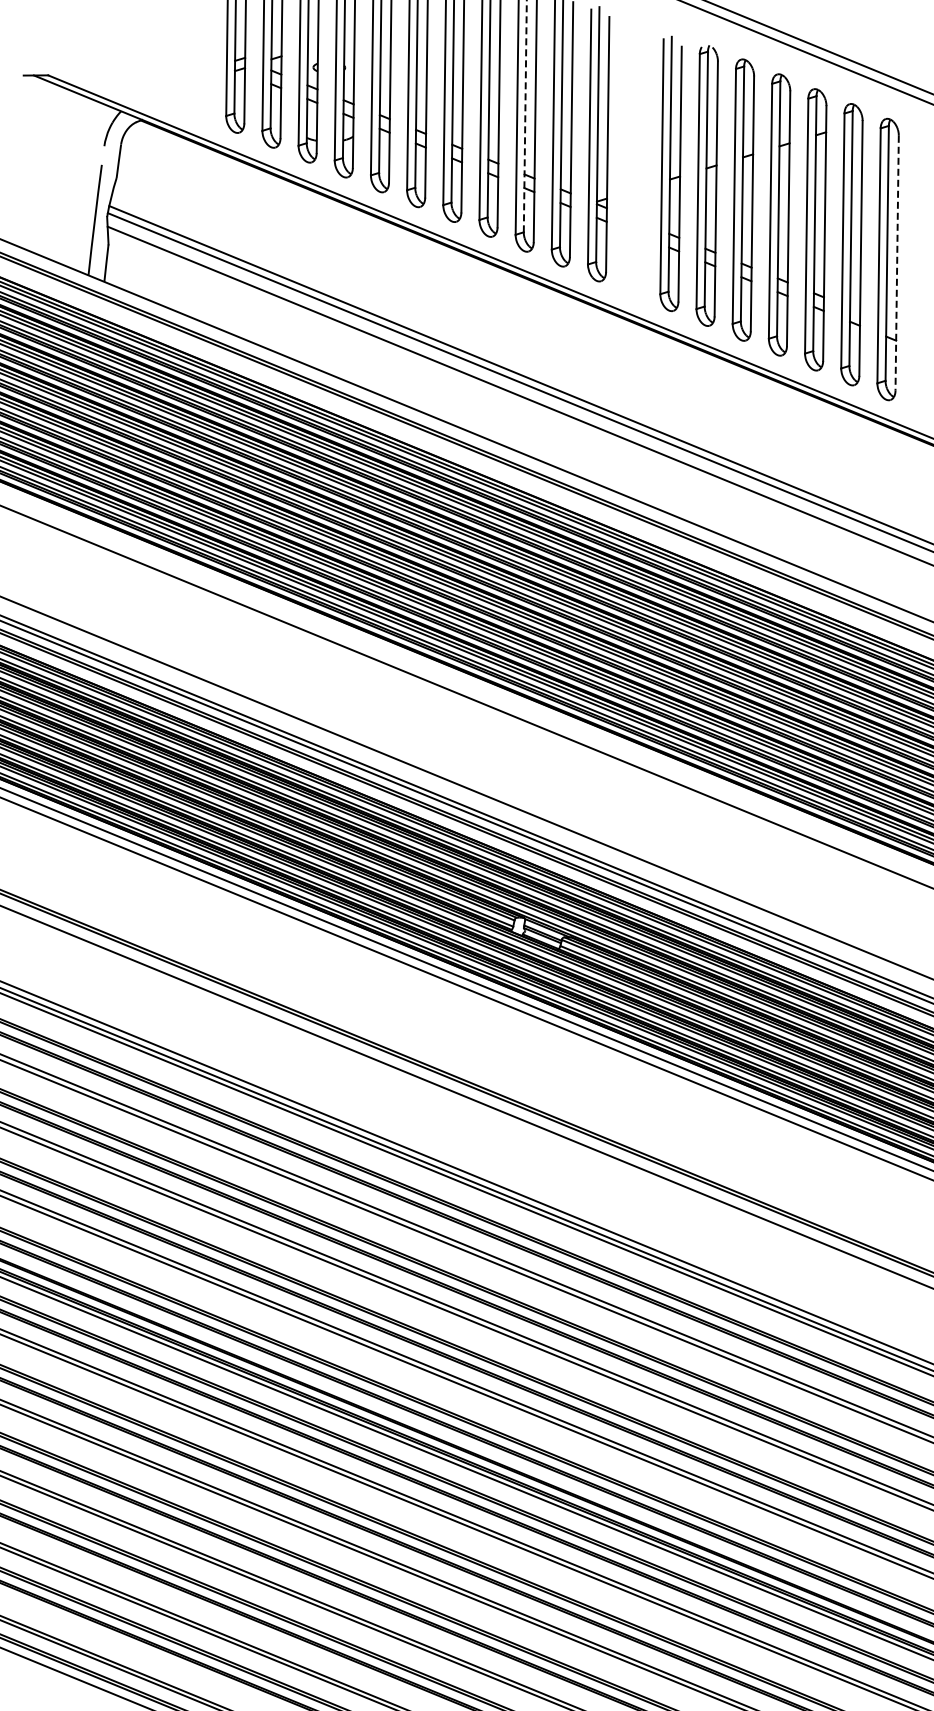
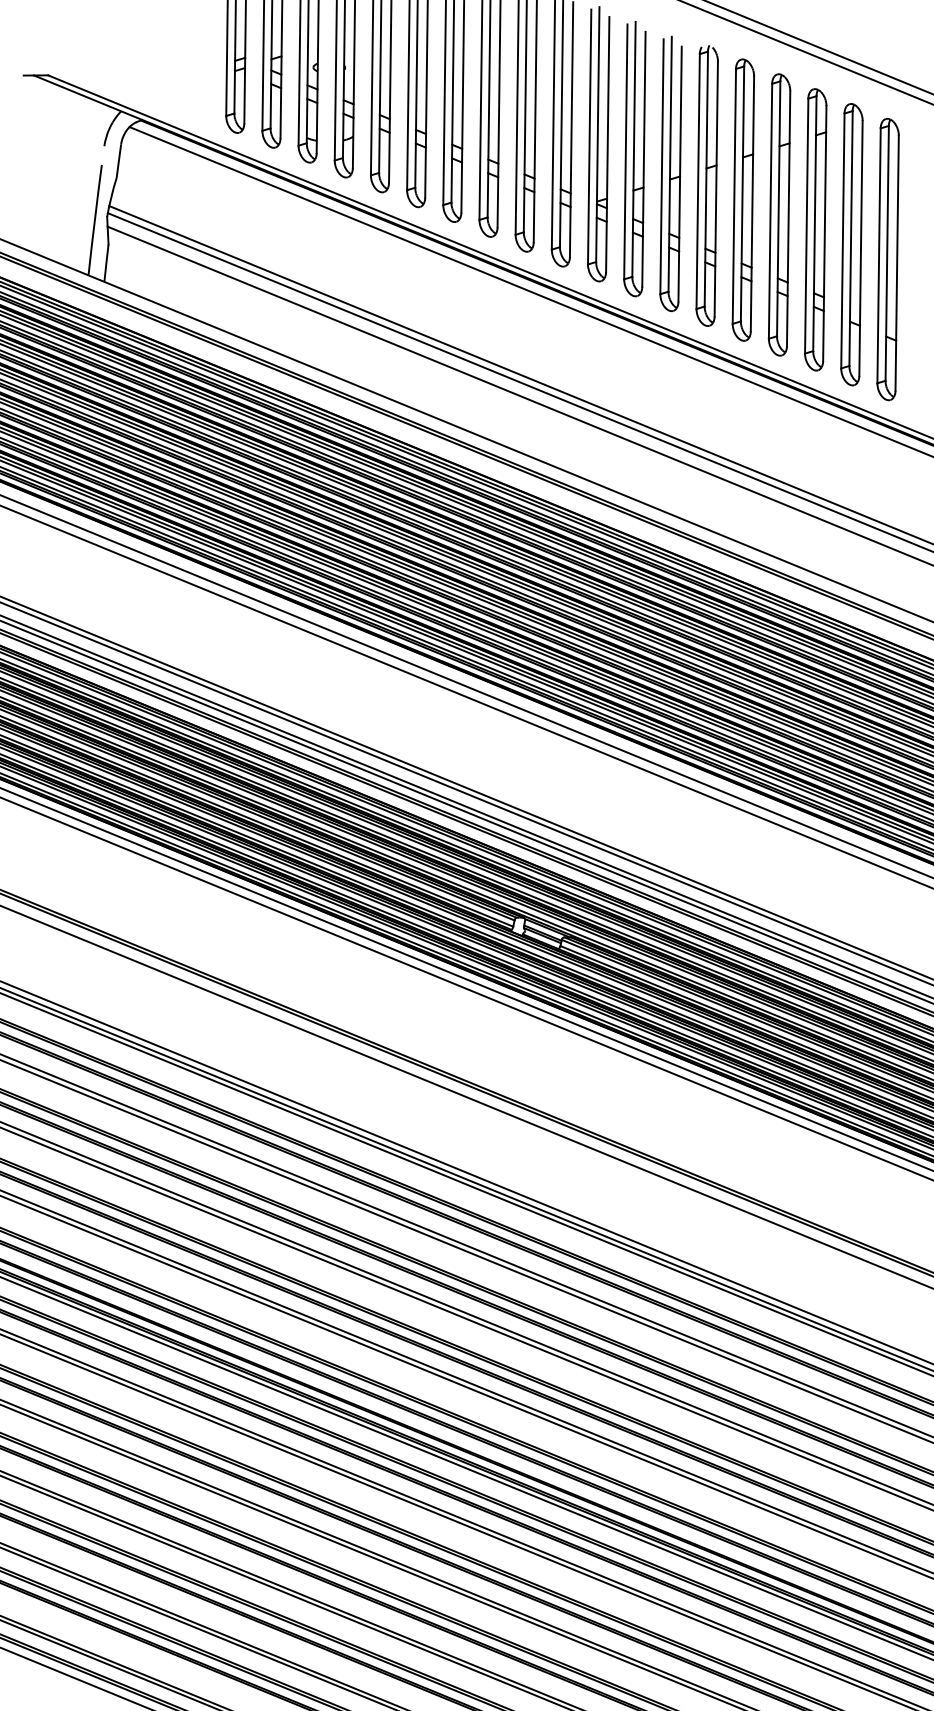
line at (525, 116): dashed -> solid
part at (634, 159): none -> present
line at (897, 263): dashed -> solid
line at (529, 291): none -> present
line at (466, 686): none -> present
line at (466, 793): none -> present
